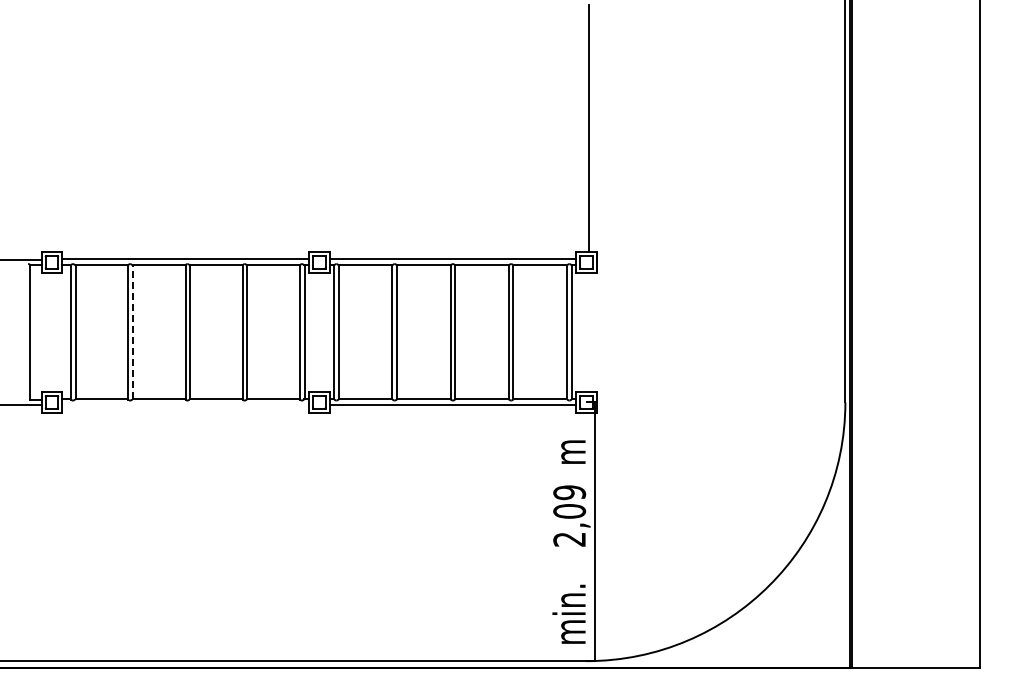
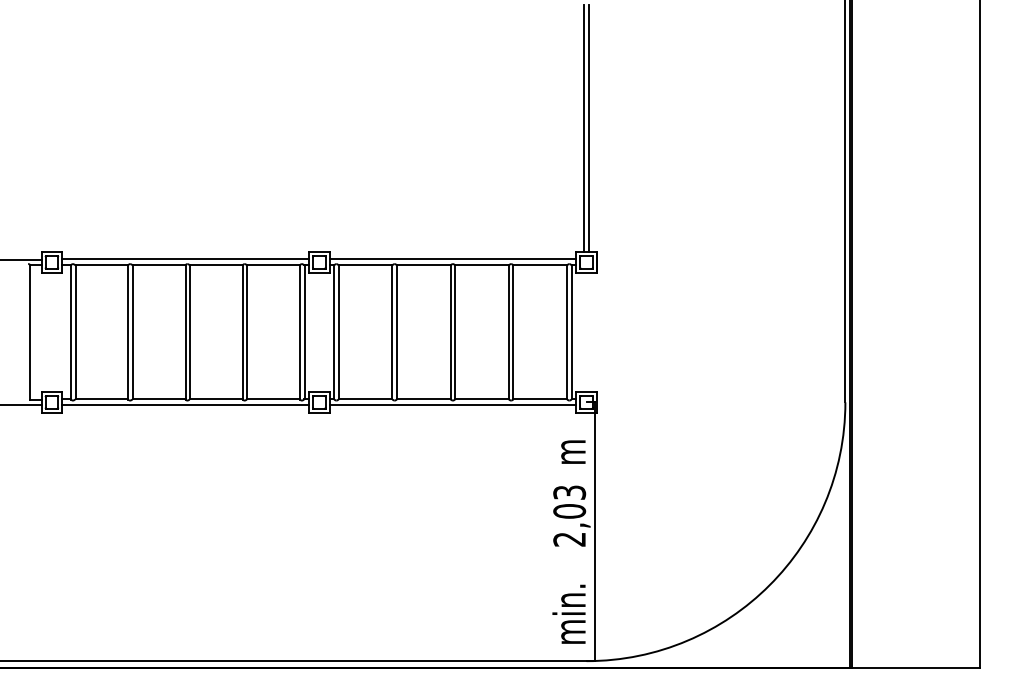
line at (584, 128): none -> present
line at (132, 331): dashed -> solid
line at (185, 405): none -> present
text at (569, 492): 2,09 -> 2,03
